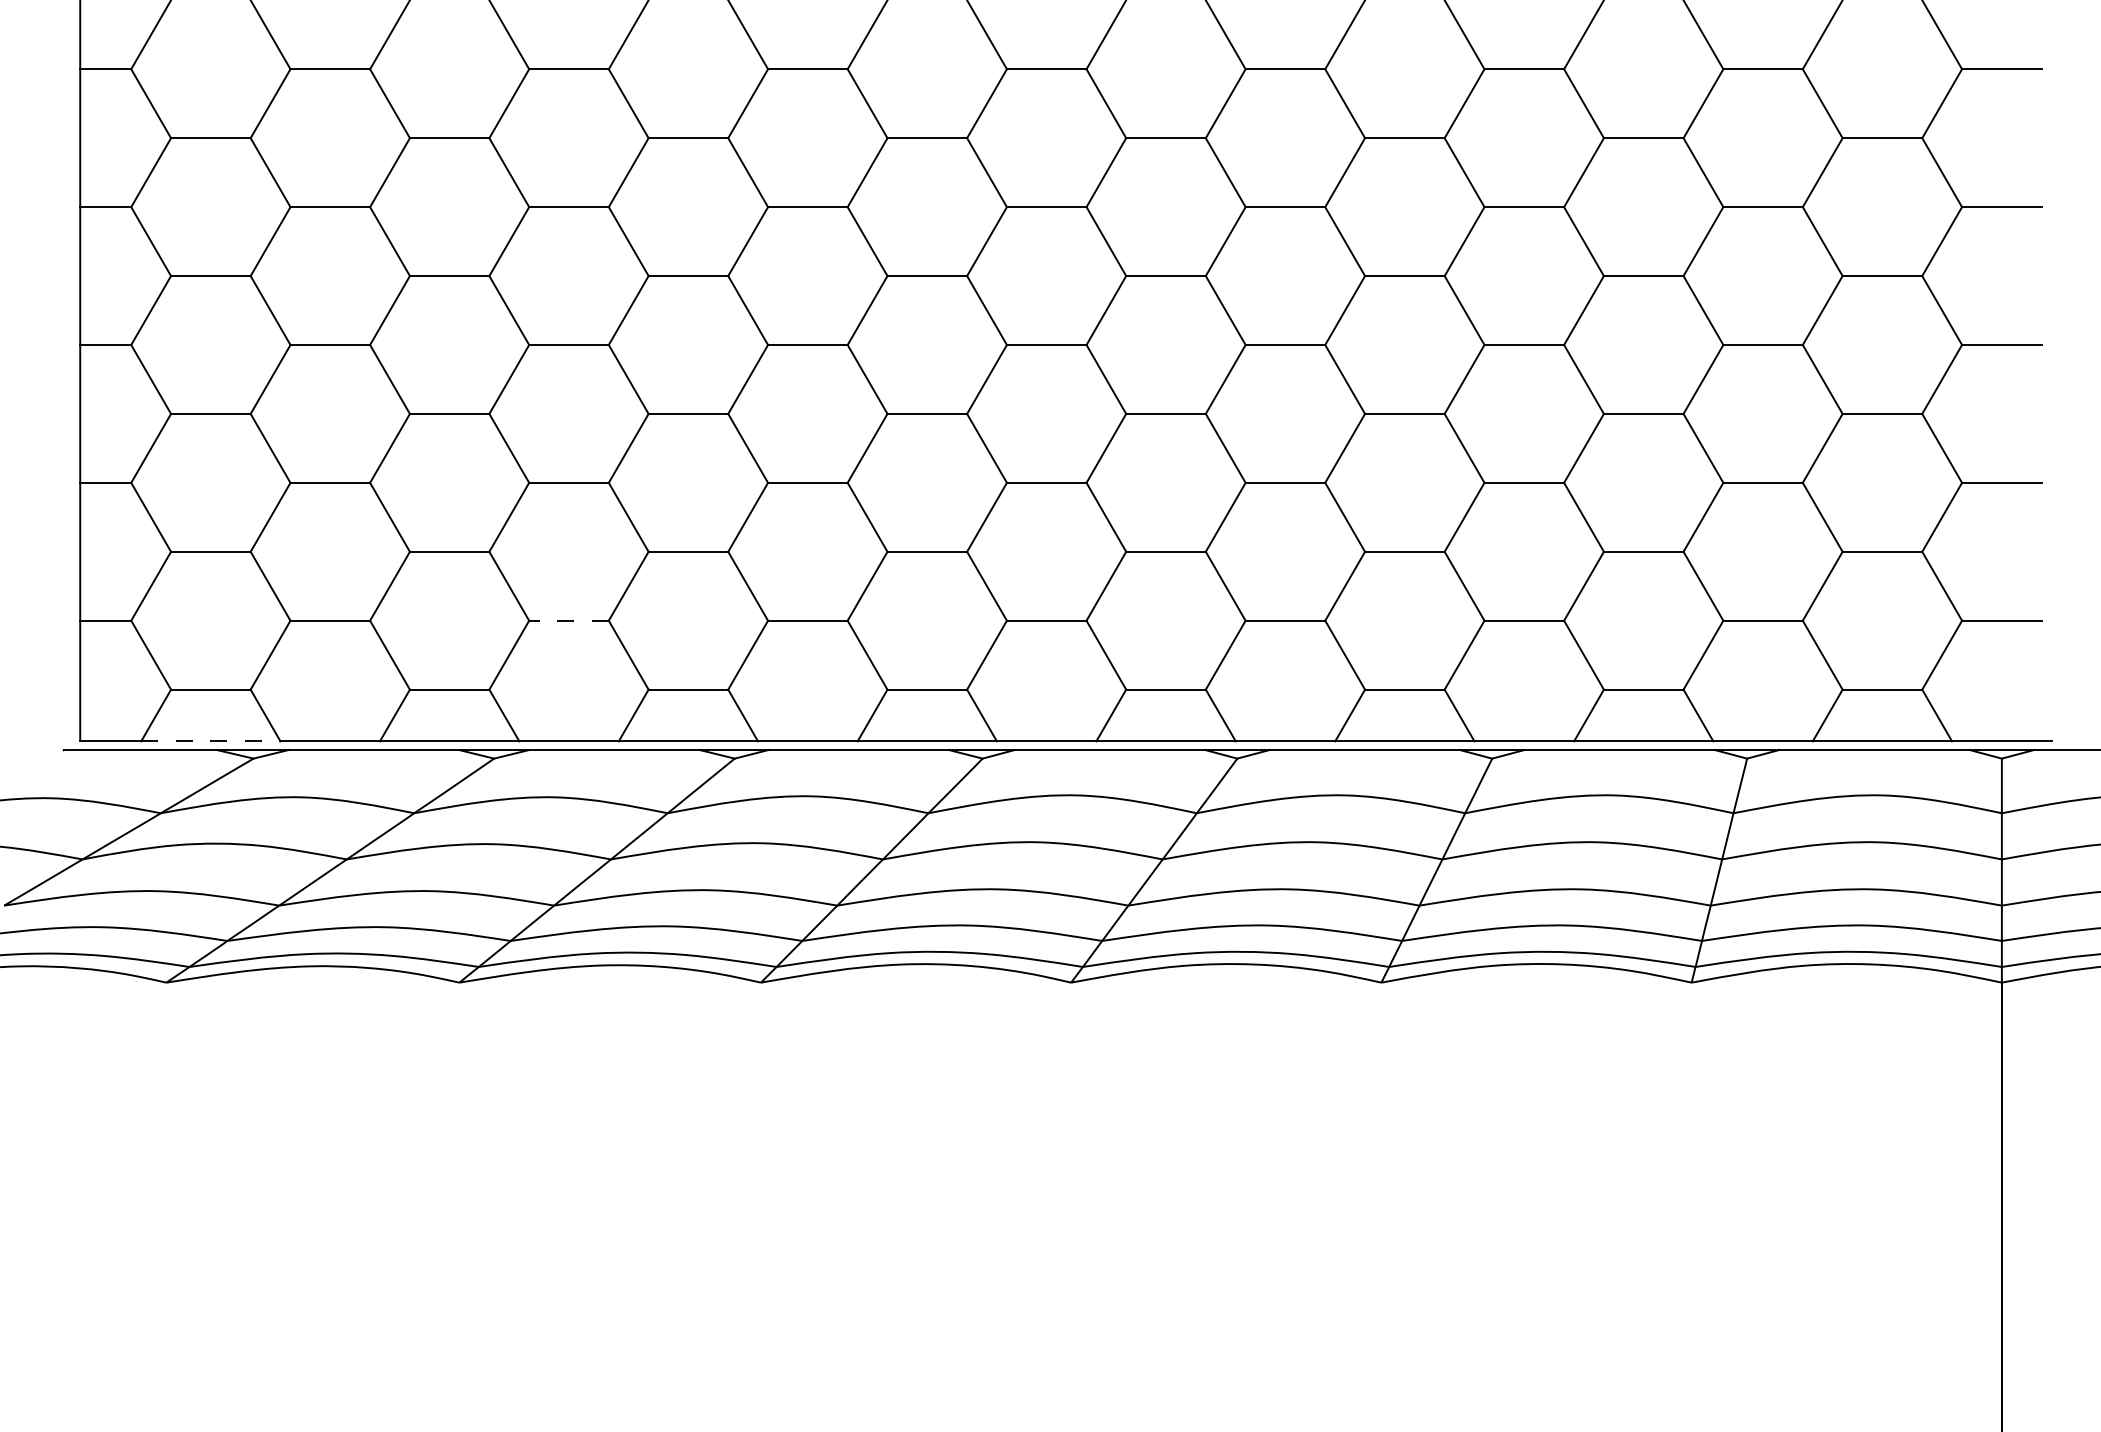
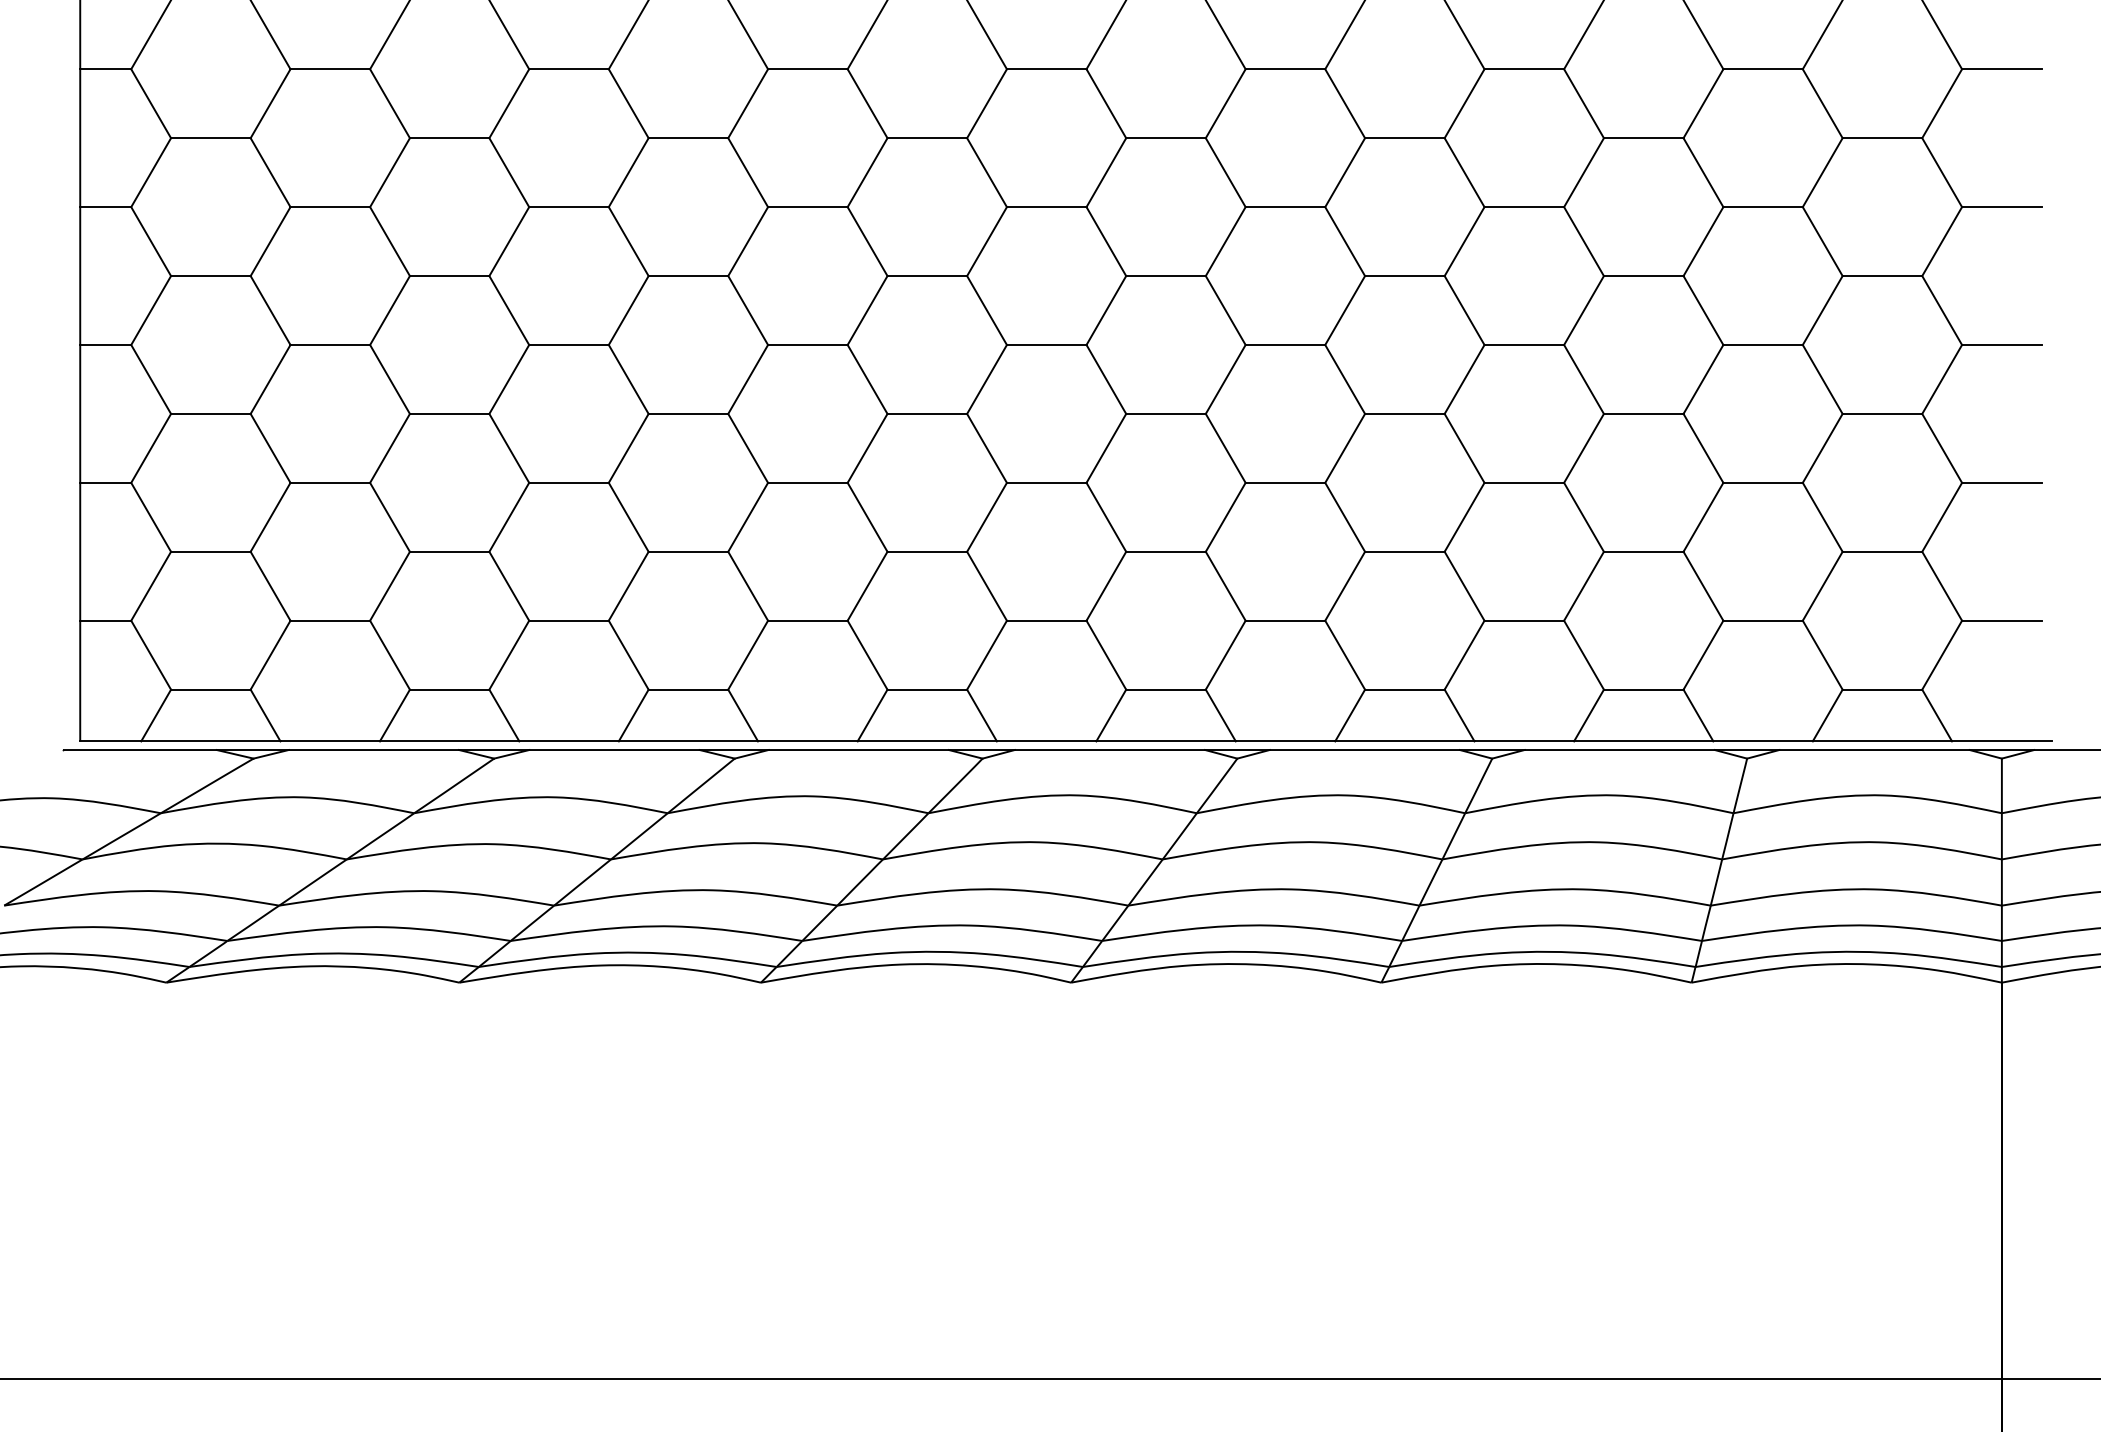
line at (569, 620): dashed -> solid
line at (210, 741): dashed -> solid
line at (1049, 1379): none -> present
